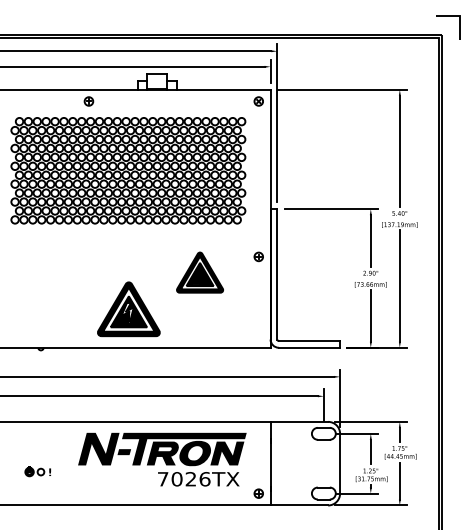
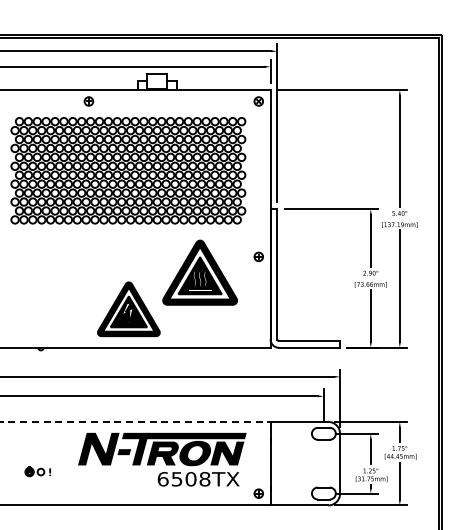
line at (448, 16): present -> none
part at (199, 272) size: 48x43 px -> 76x67 px
line at (135, 421): solid -> dashed
text at (183, 479): 7026TX -> 6508TX
